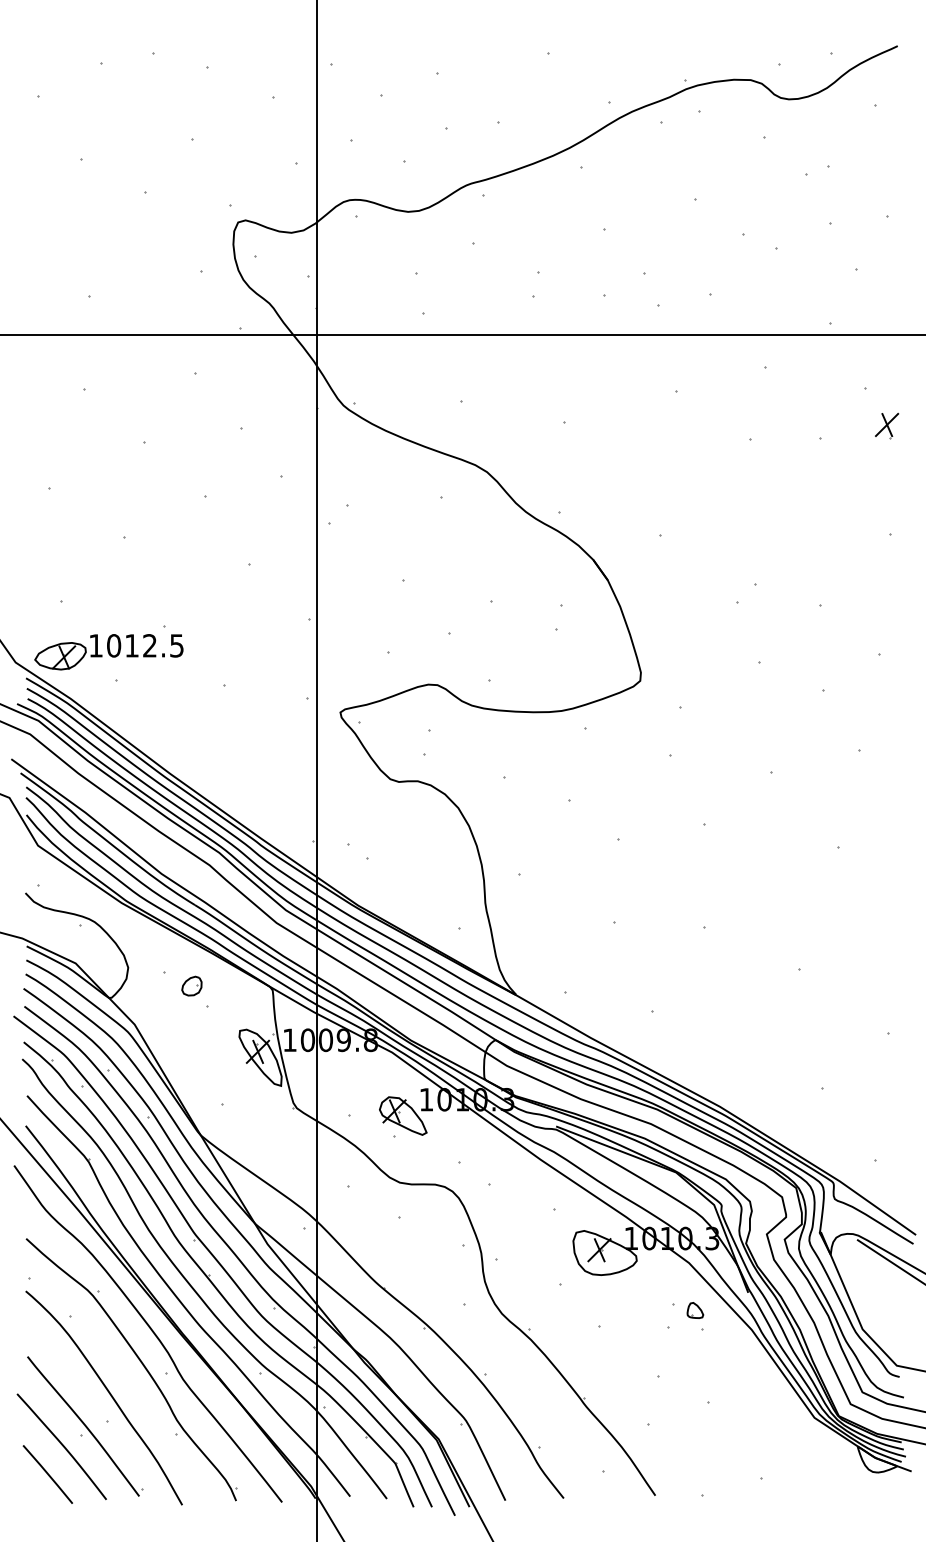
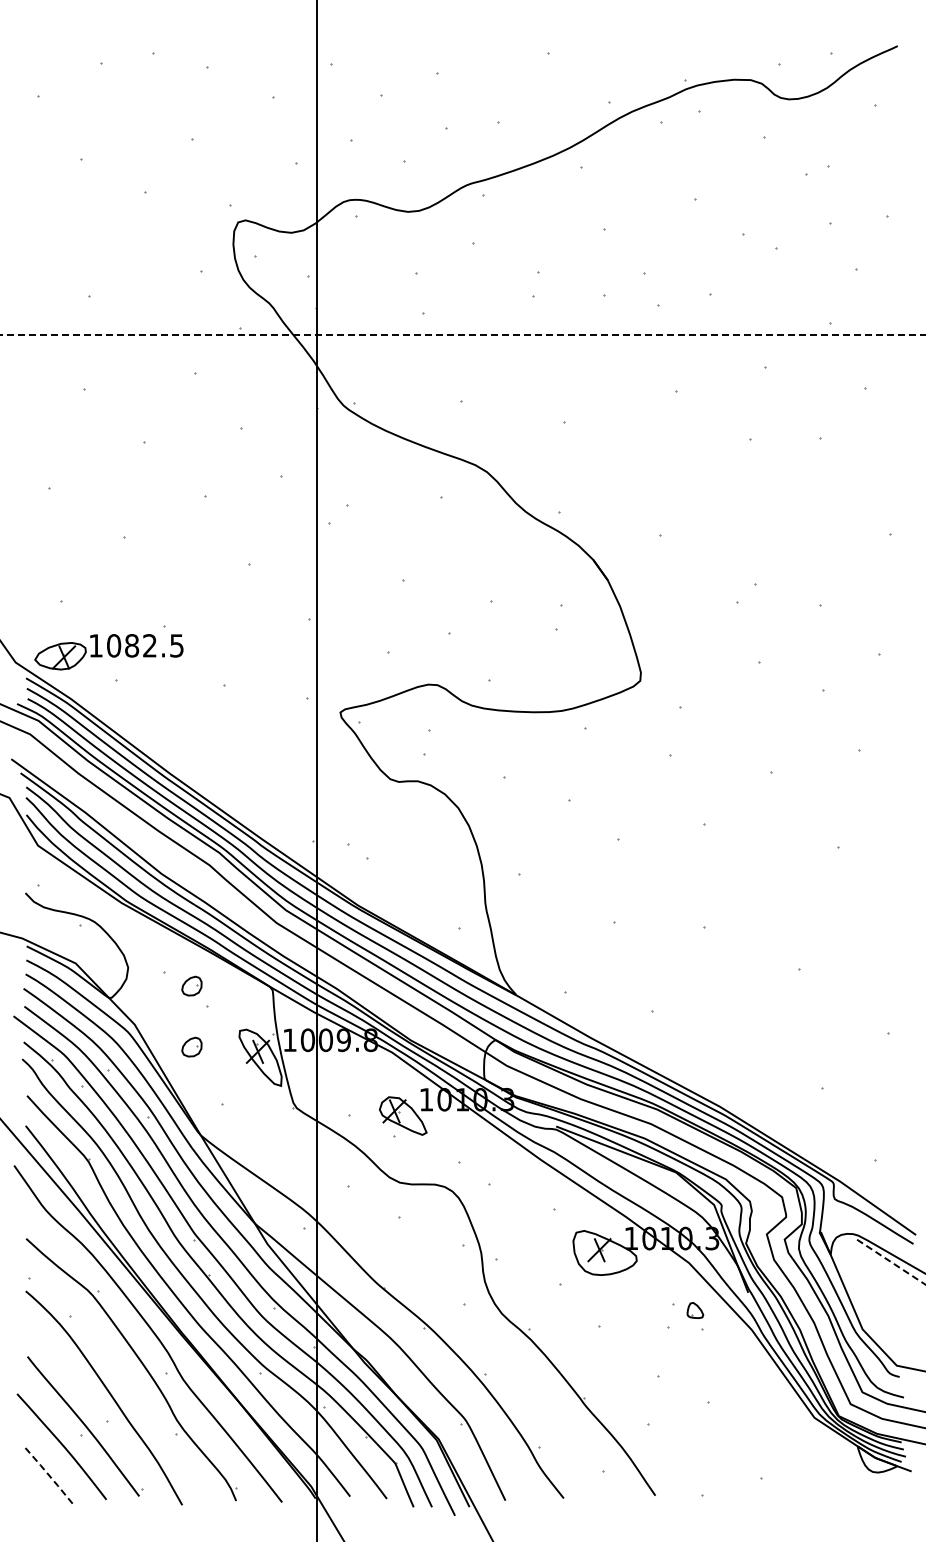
line at (463, 335): solid -> dashed
part at (887, 425): present -> none
text at (132, 645): 1012.5 -> 1082.5
part at (191, 1046): none -> present
line at (891, 1262): solid -> dashed
line at (48, 1474): solid -> dashed
